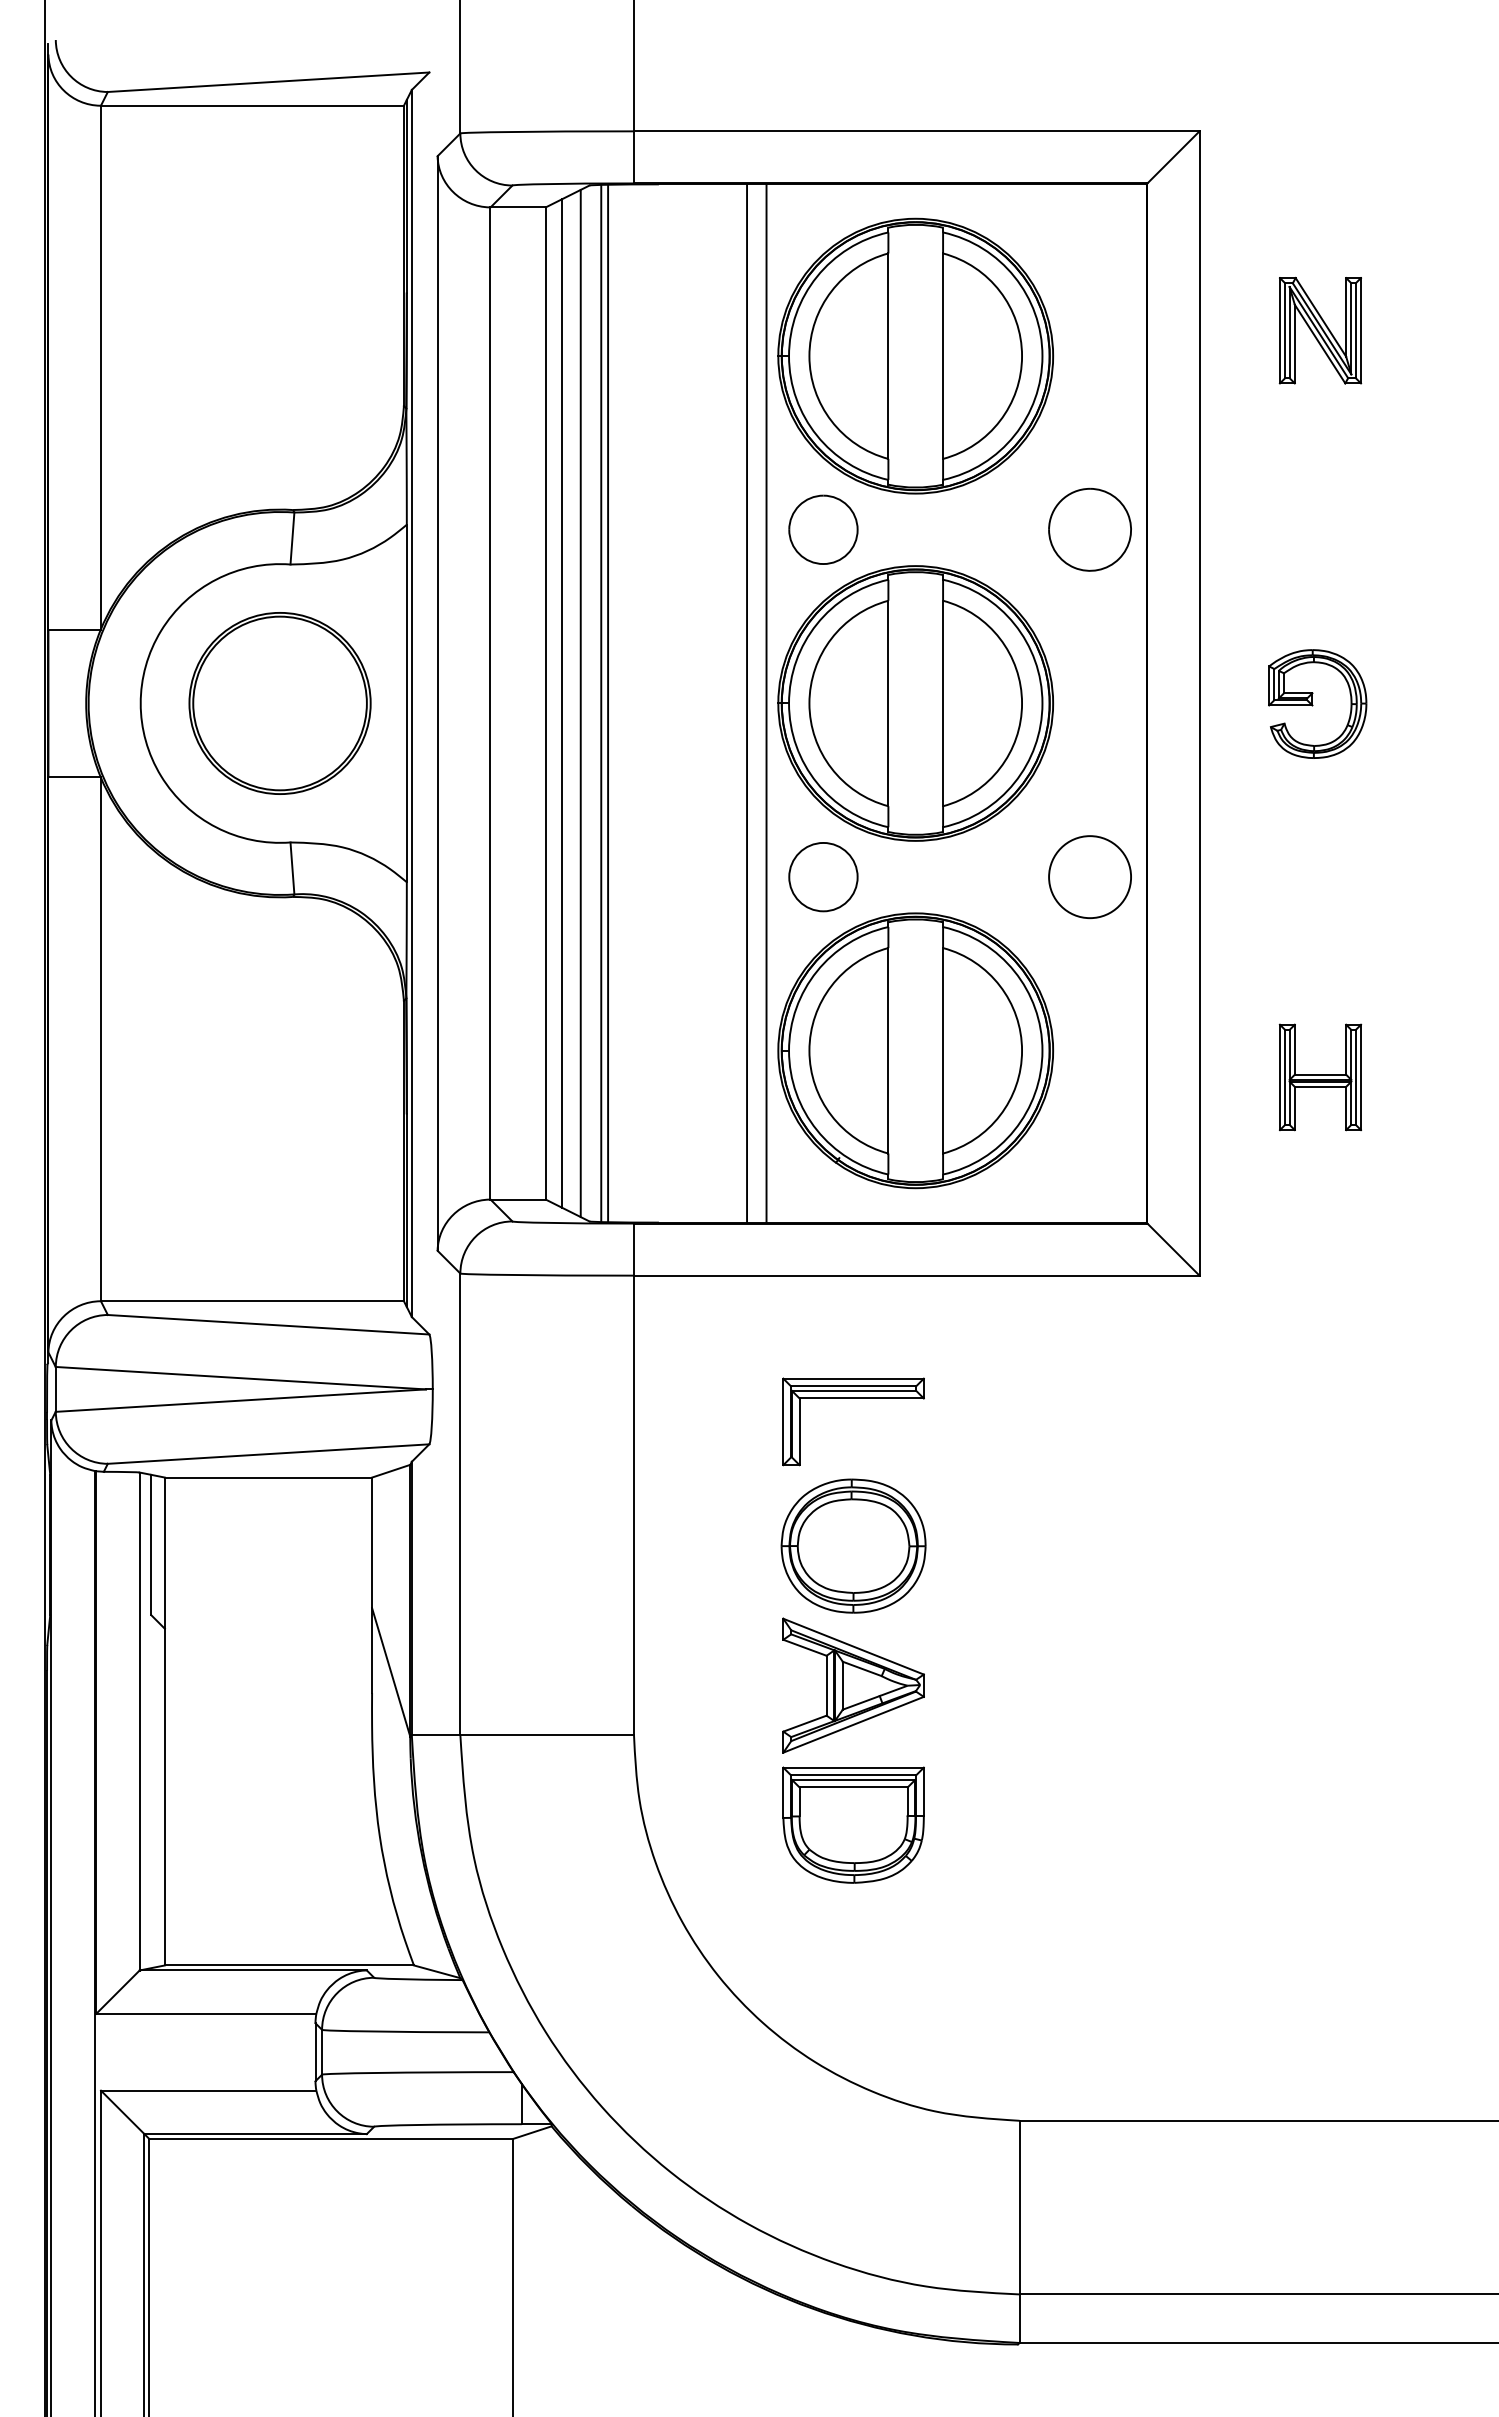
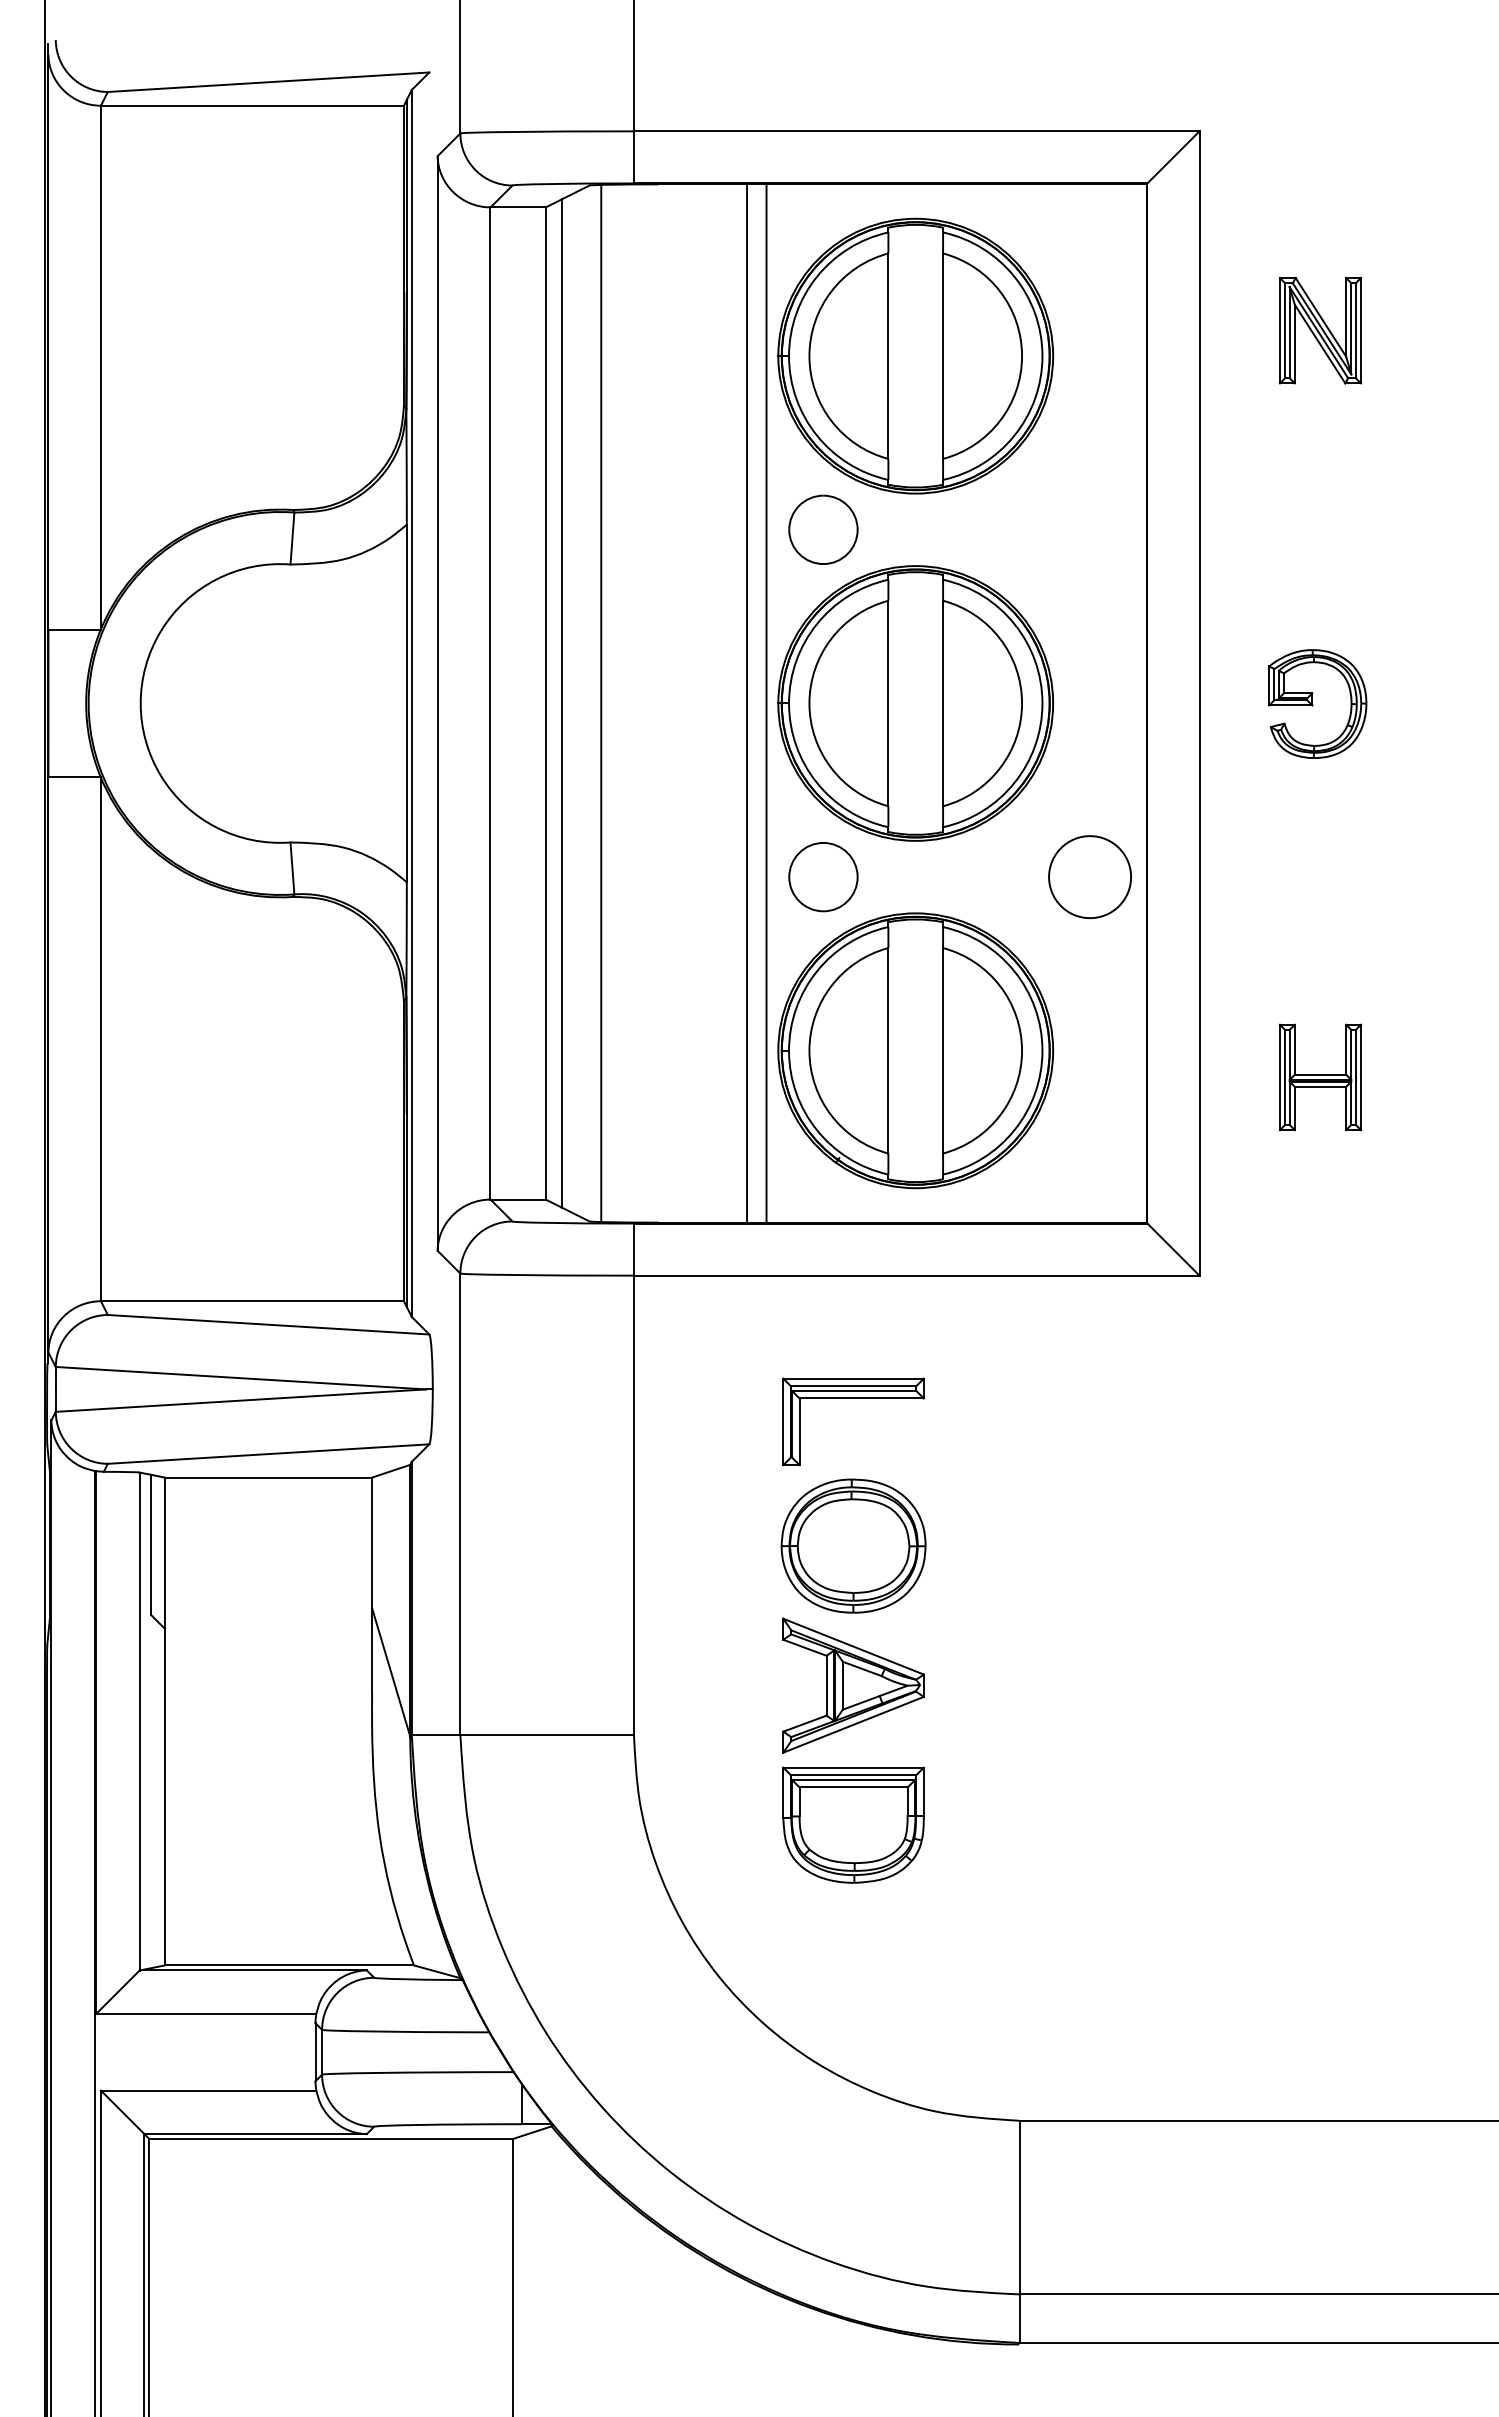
part at (1089, 529): present -> none
part at (279, 703): present -> none
line at (580, 703): present -> none
line at (608, 703): present -> none
